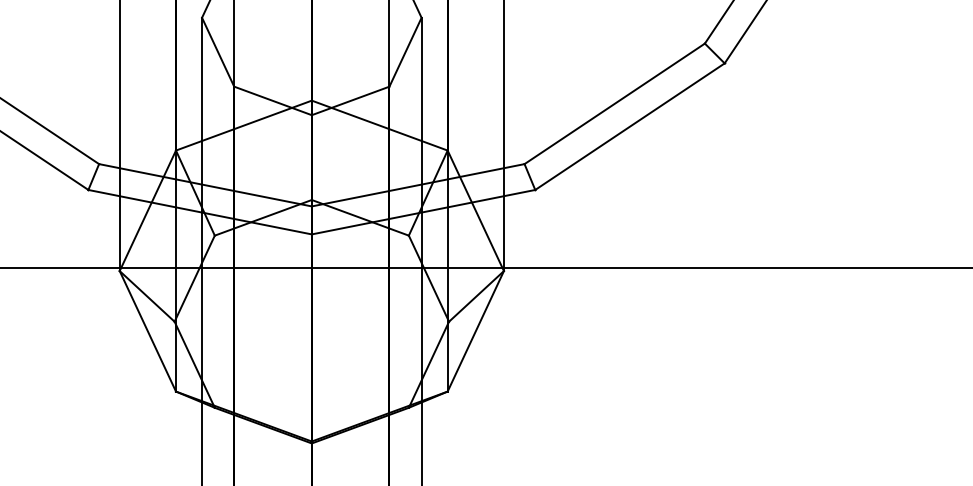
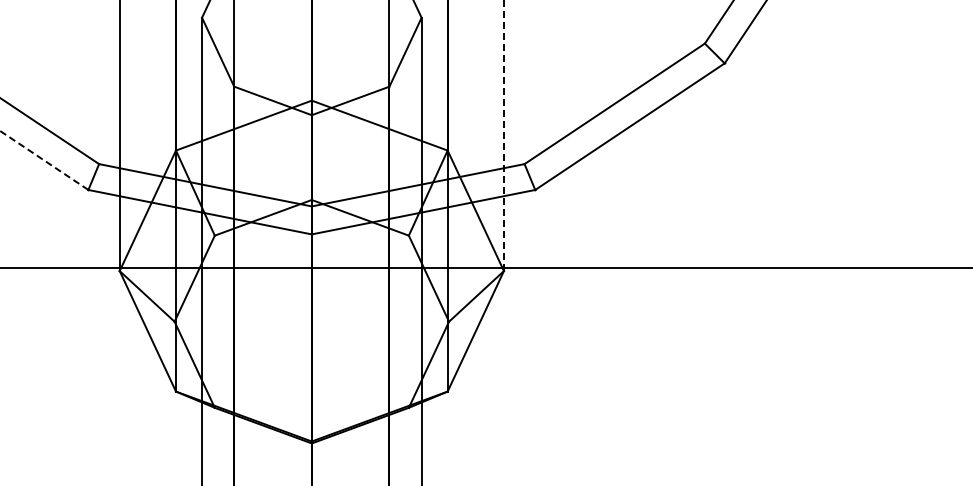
line at (503, 135): solid -> dashed
line at (44, 160): solid -> dashed
